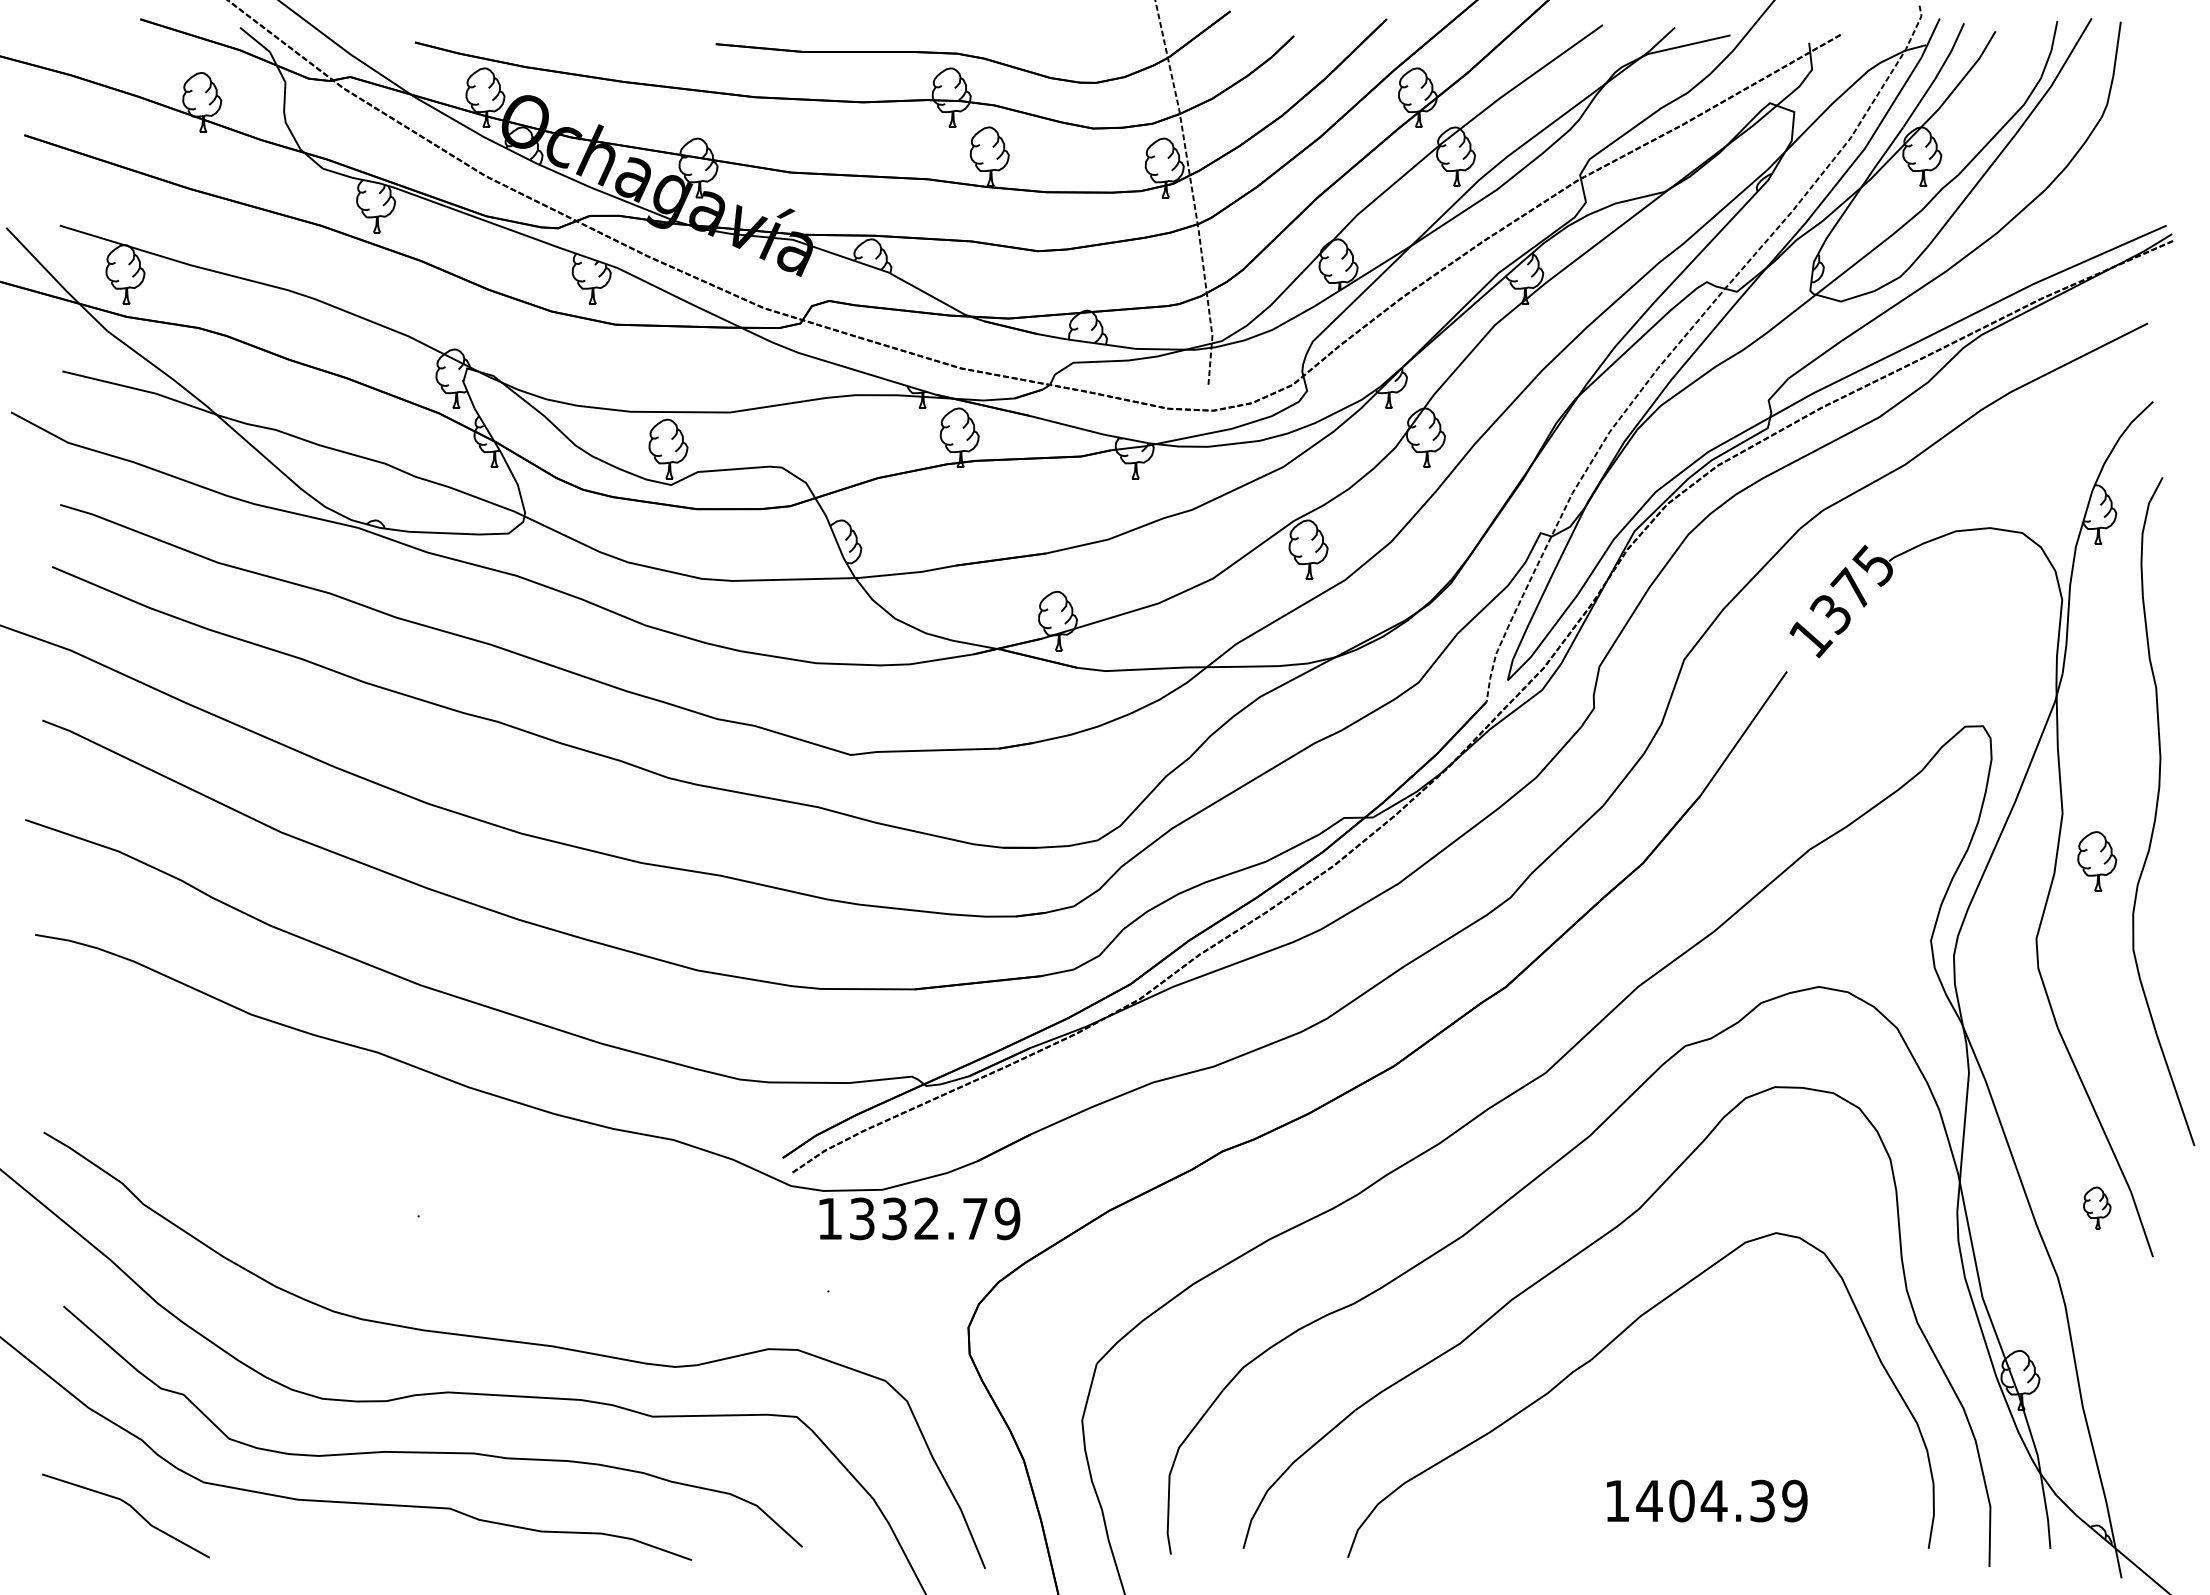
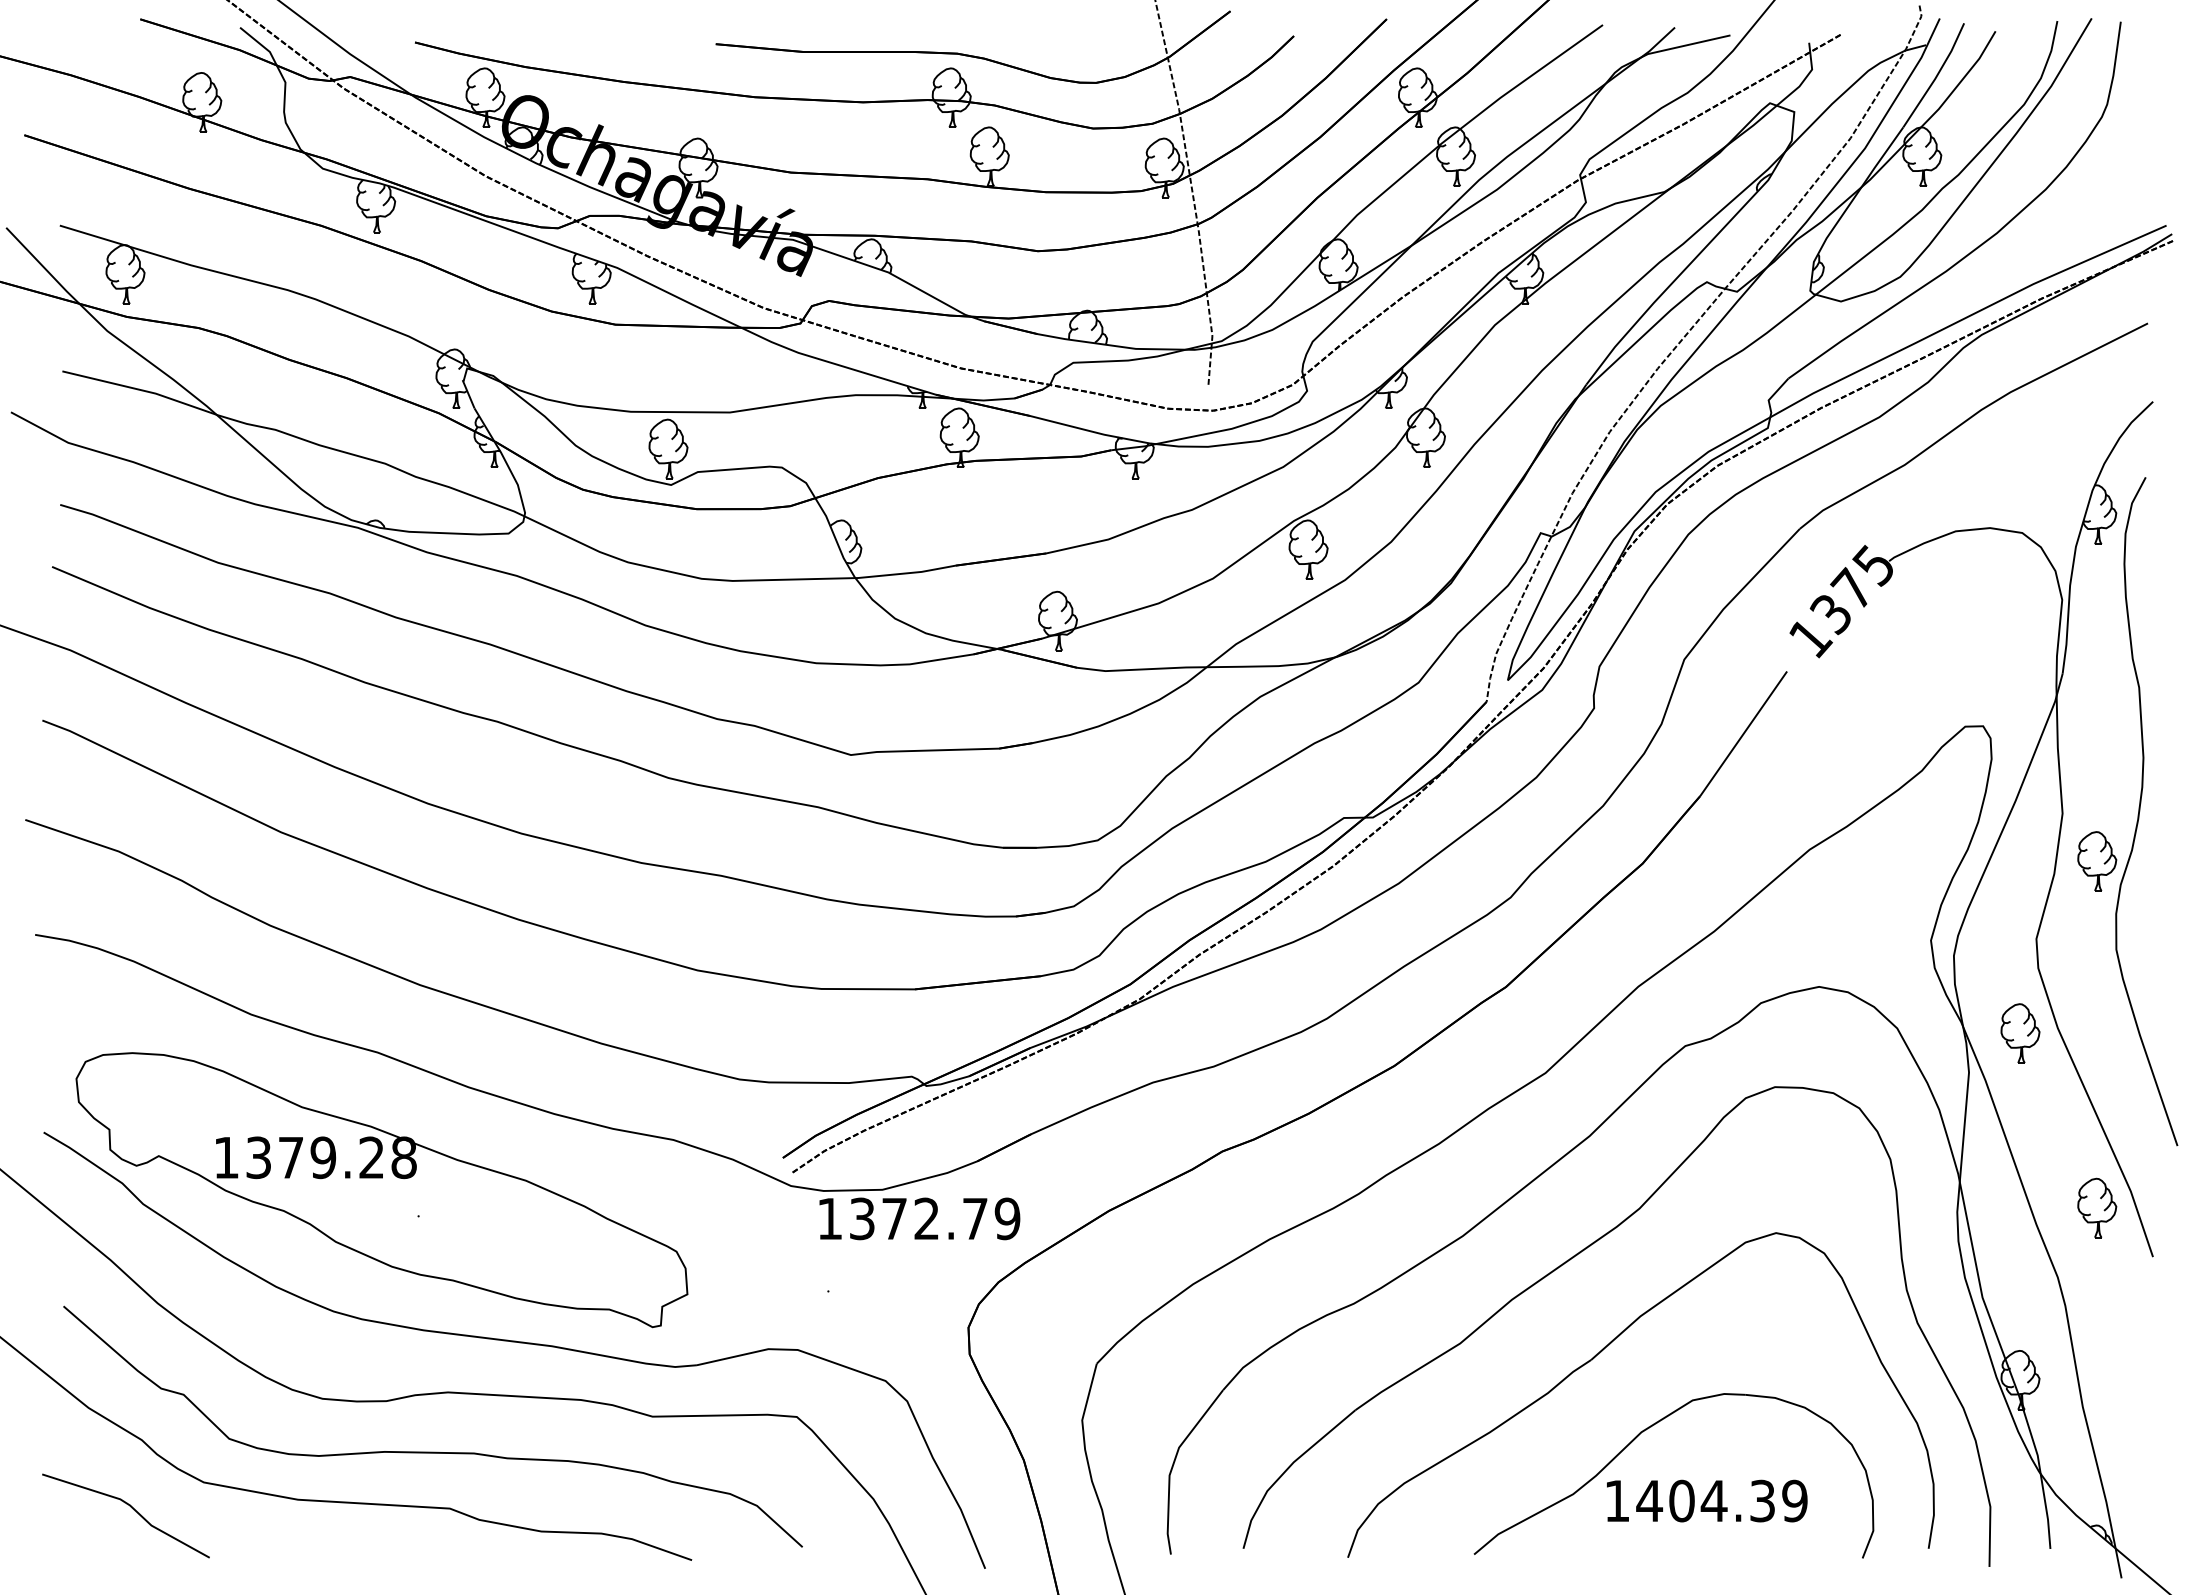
curve at (2157, 811) position: (2157, 811) -> (2140, 811)
part at (2020, 1033): none -> present
part at (381, 1190): none -> present
part at (2097, 1207) size: 29x44 px -> 41x62 px
text at (894, 1218): 1332.79 -> 1372.79
part at (1636, 1438): none -> present
